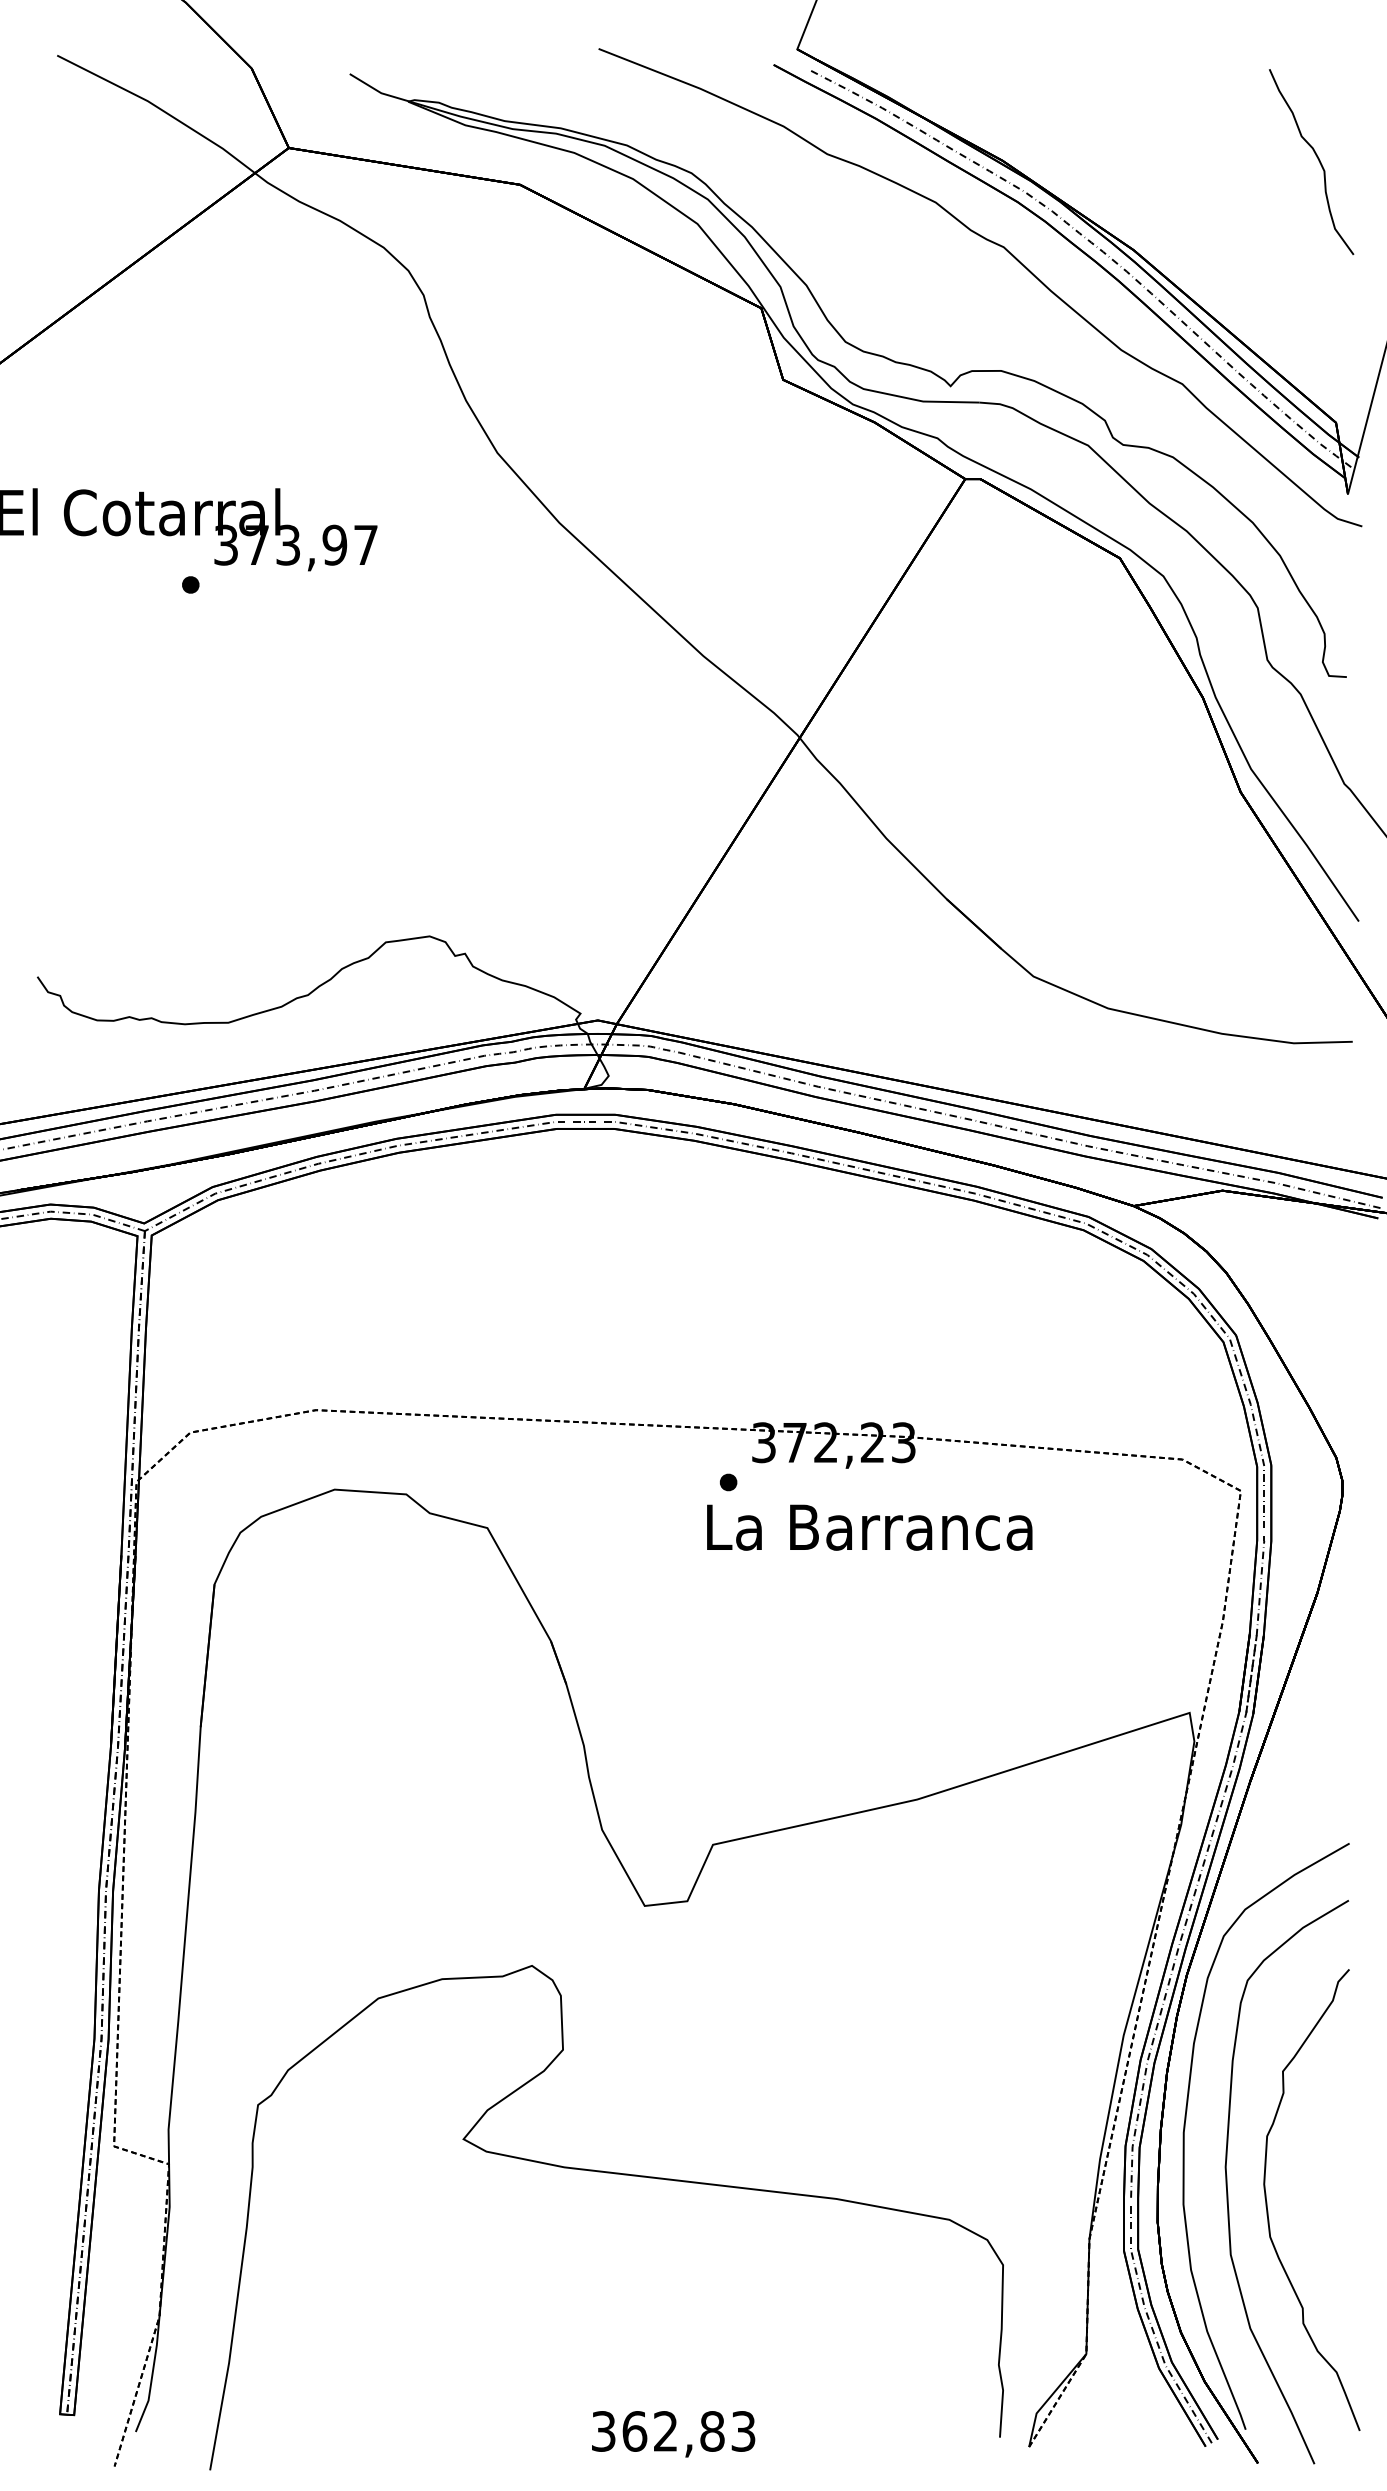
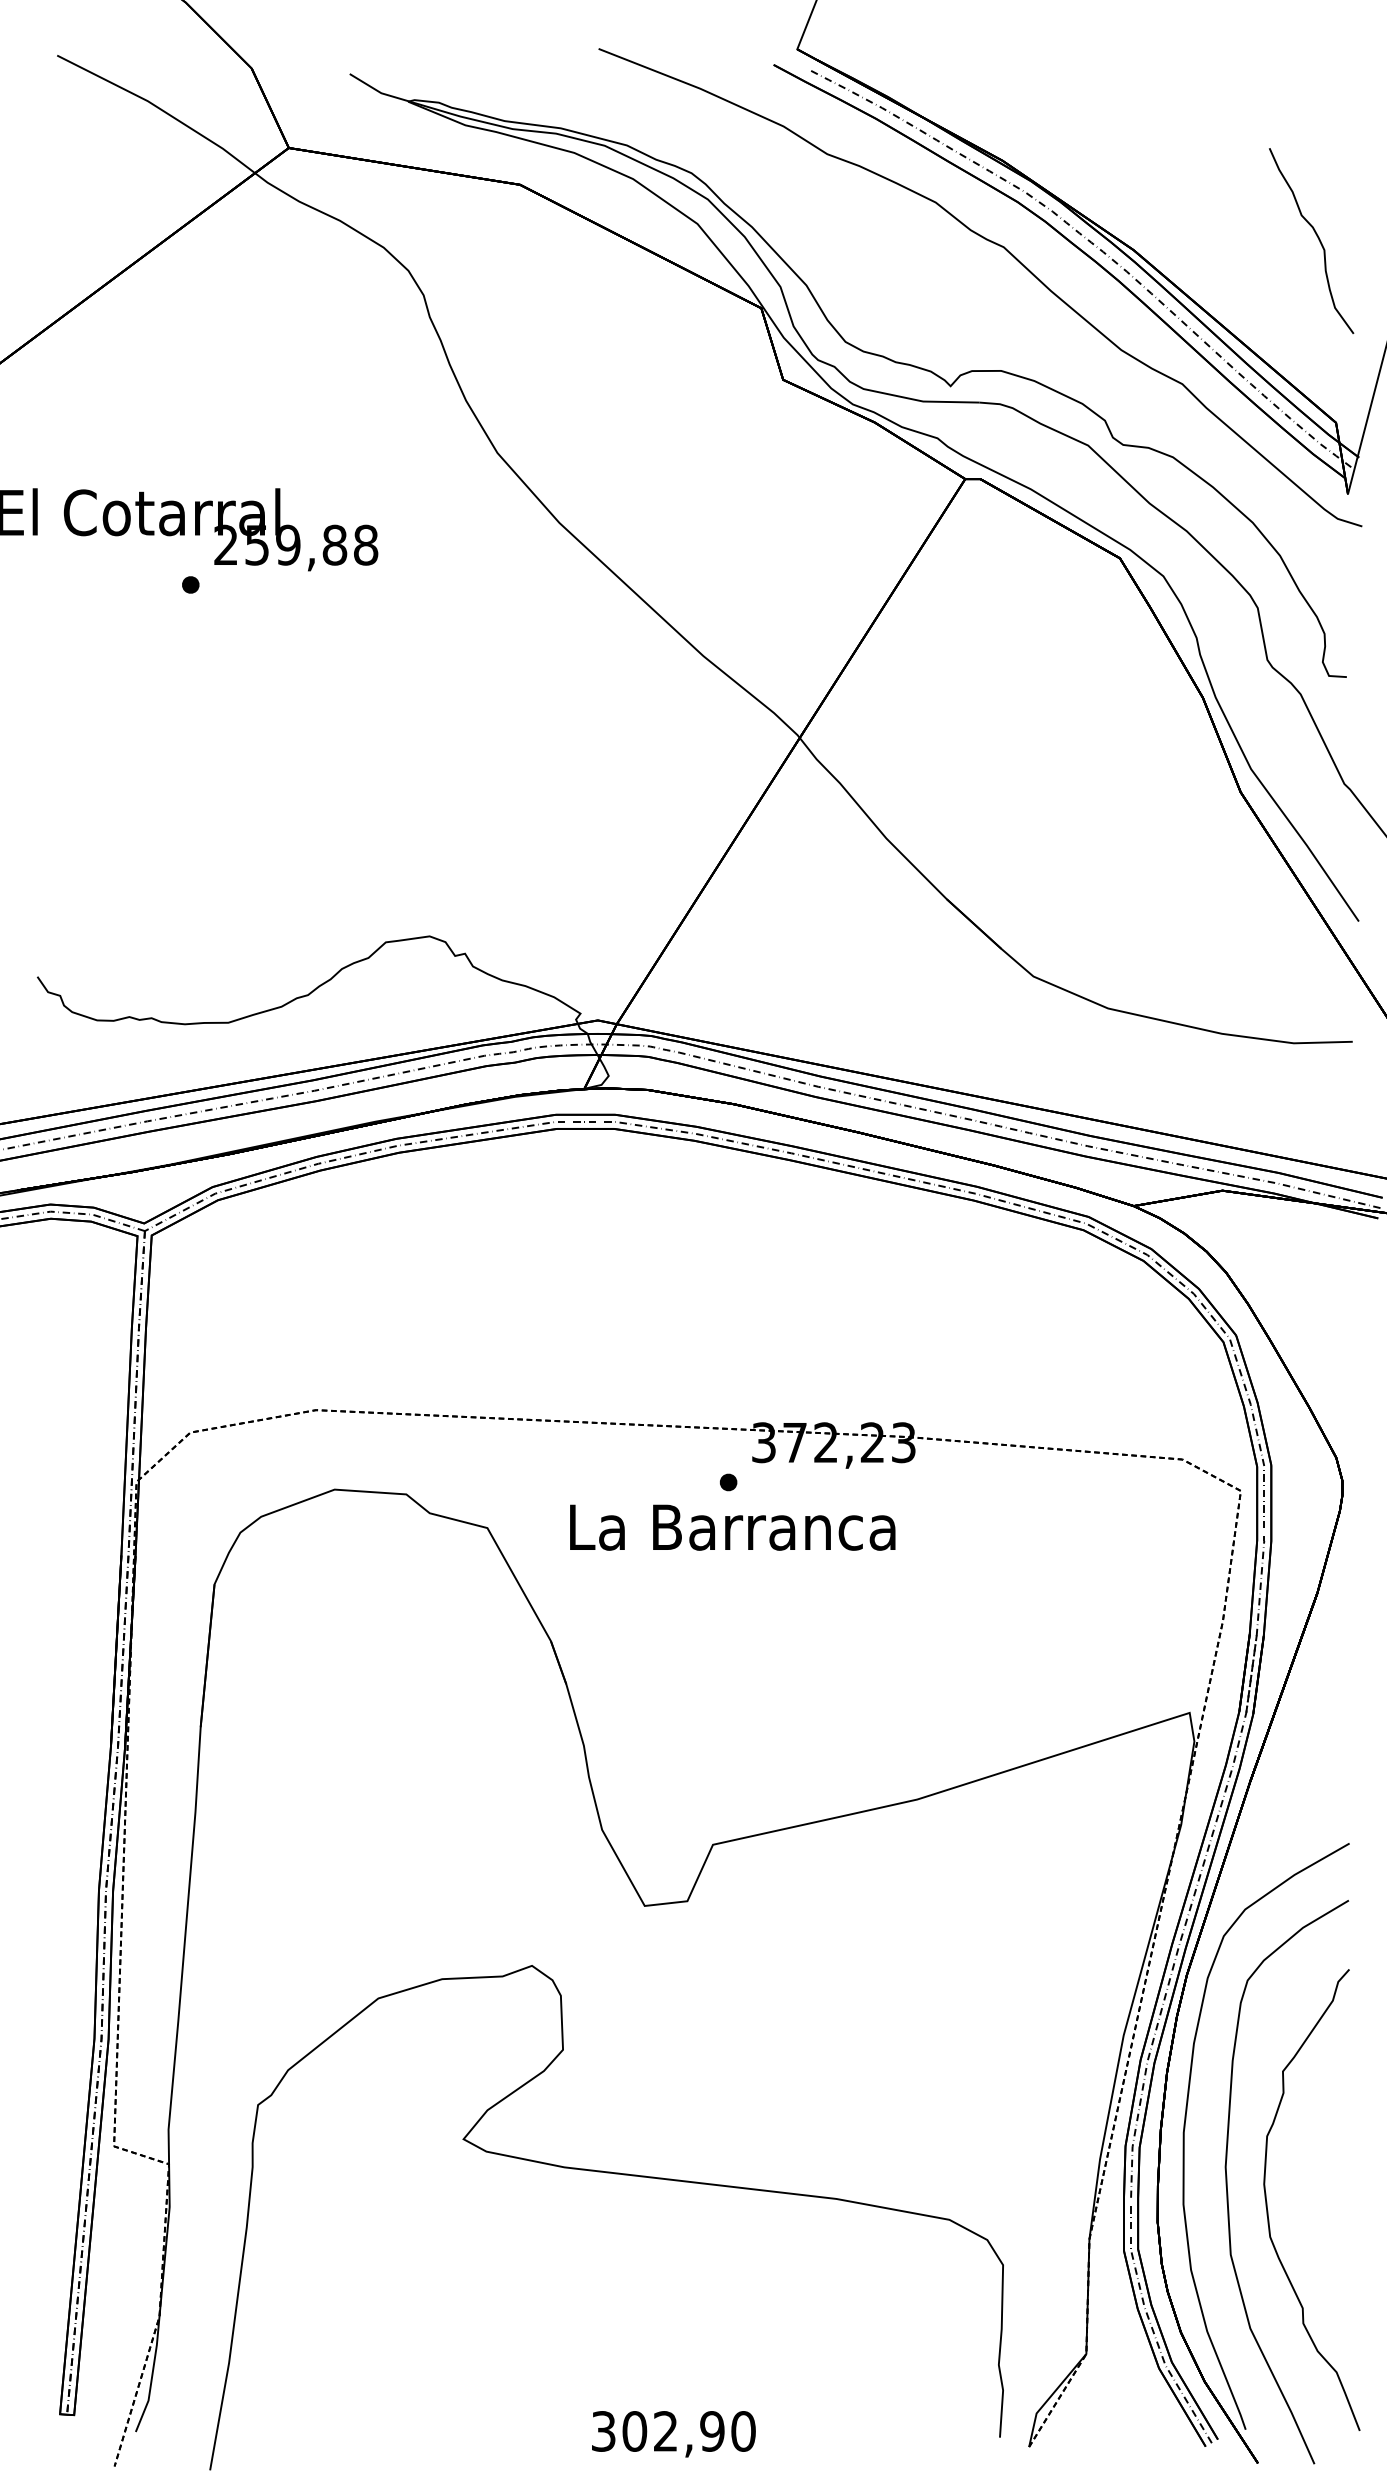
curve at (1317, 159) position: (1317, 159) -> (1317, 238)
text at (296, 544): 373,97 -> 259,88
text at (869, 1527) position: (869, 1527) -> (732, 1527)
text at (688, 2431): 362,83 -> 302,90
